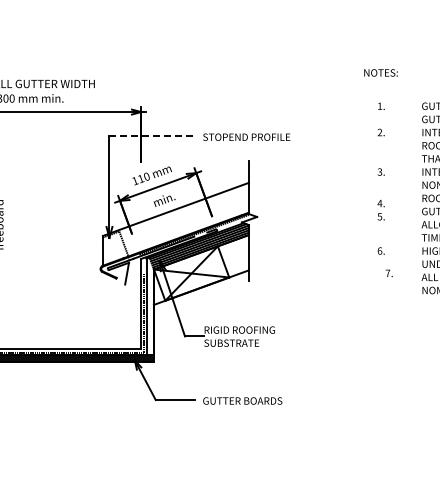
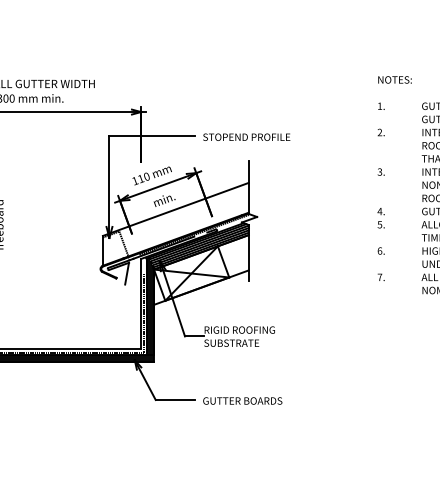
text at (380, 72) position: (380, 72) -> (394, 79)
line at (152, 136): dashed -> solid
text at (380, 210) position: (380, 210) -> (380, 218)
text at (388, 272) position: (388, 272) -> (380, 276)
hatch at (149, 305): none -> present
